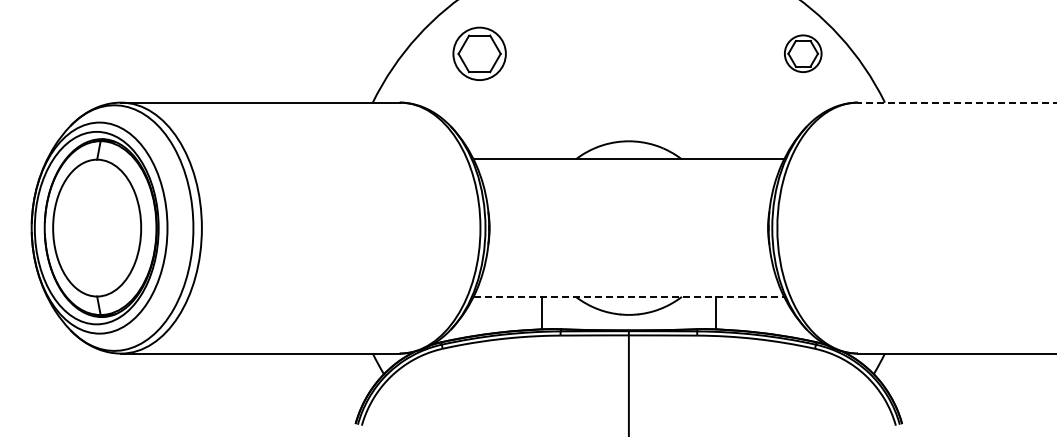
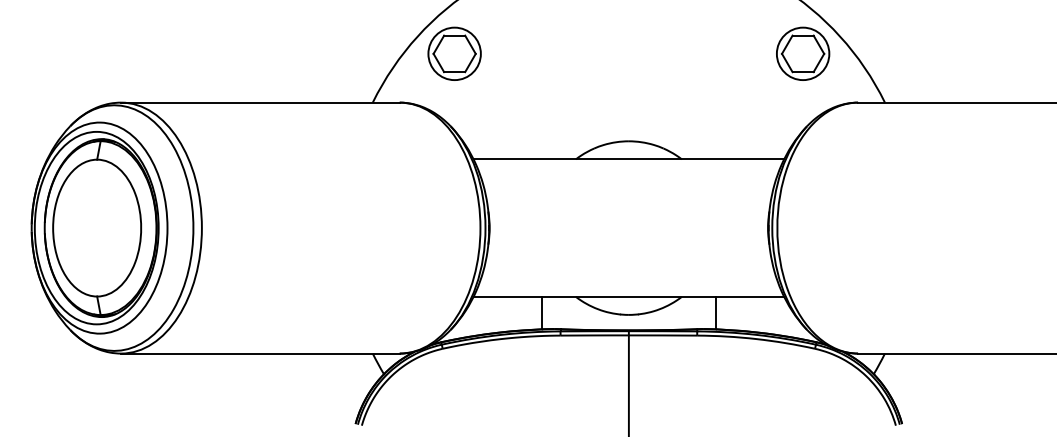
part at (479, 53) position: (479, 53) -> (454, 53)
part at (803, 53) size: 39x39 px -> 55x55 px
line at (956, 102): dashed -> solid
line at (629, 296): dashed -> solid
